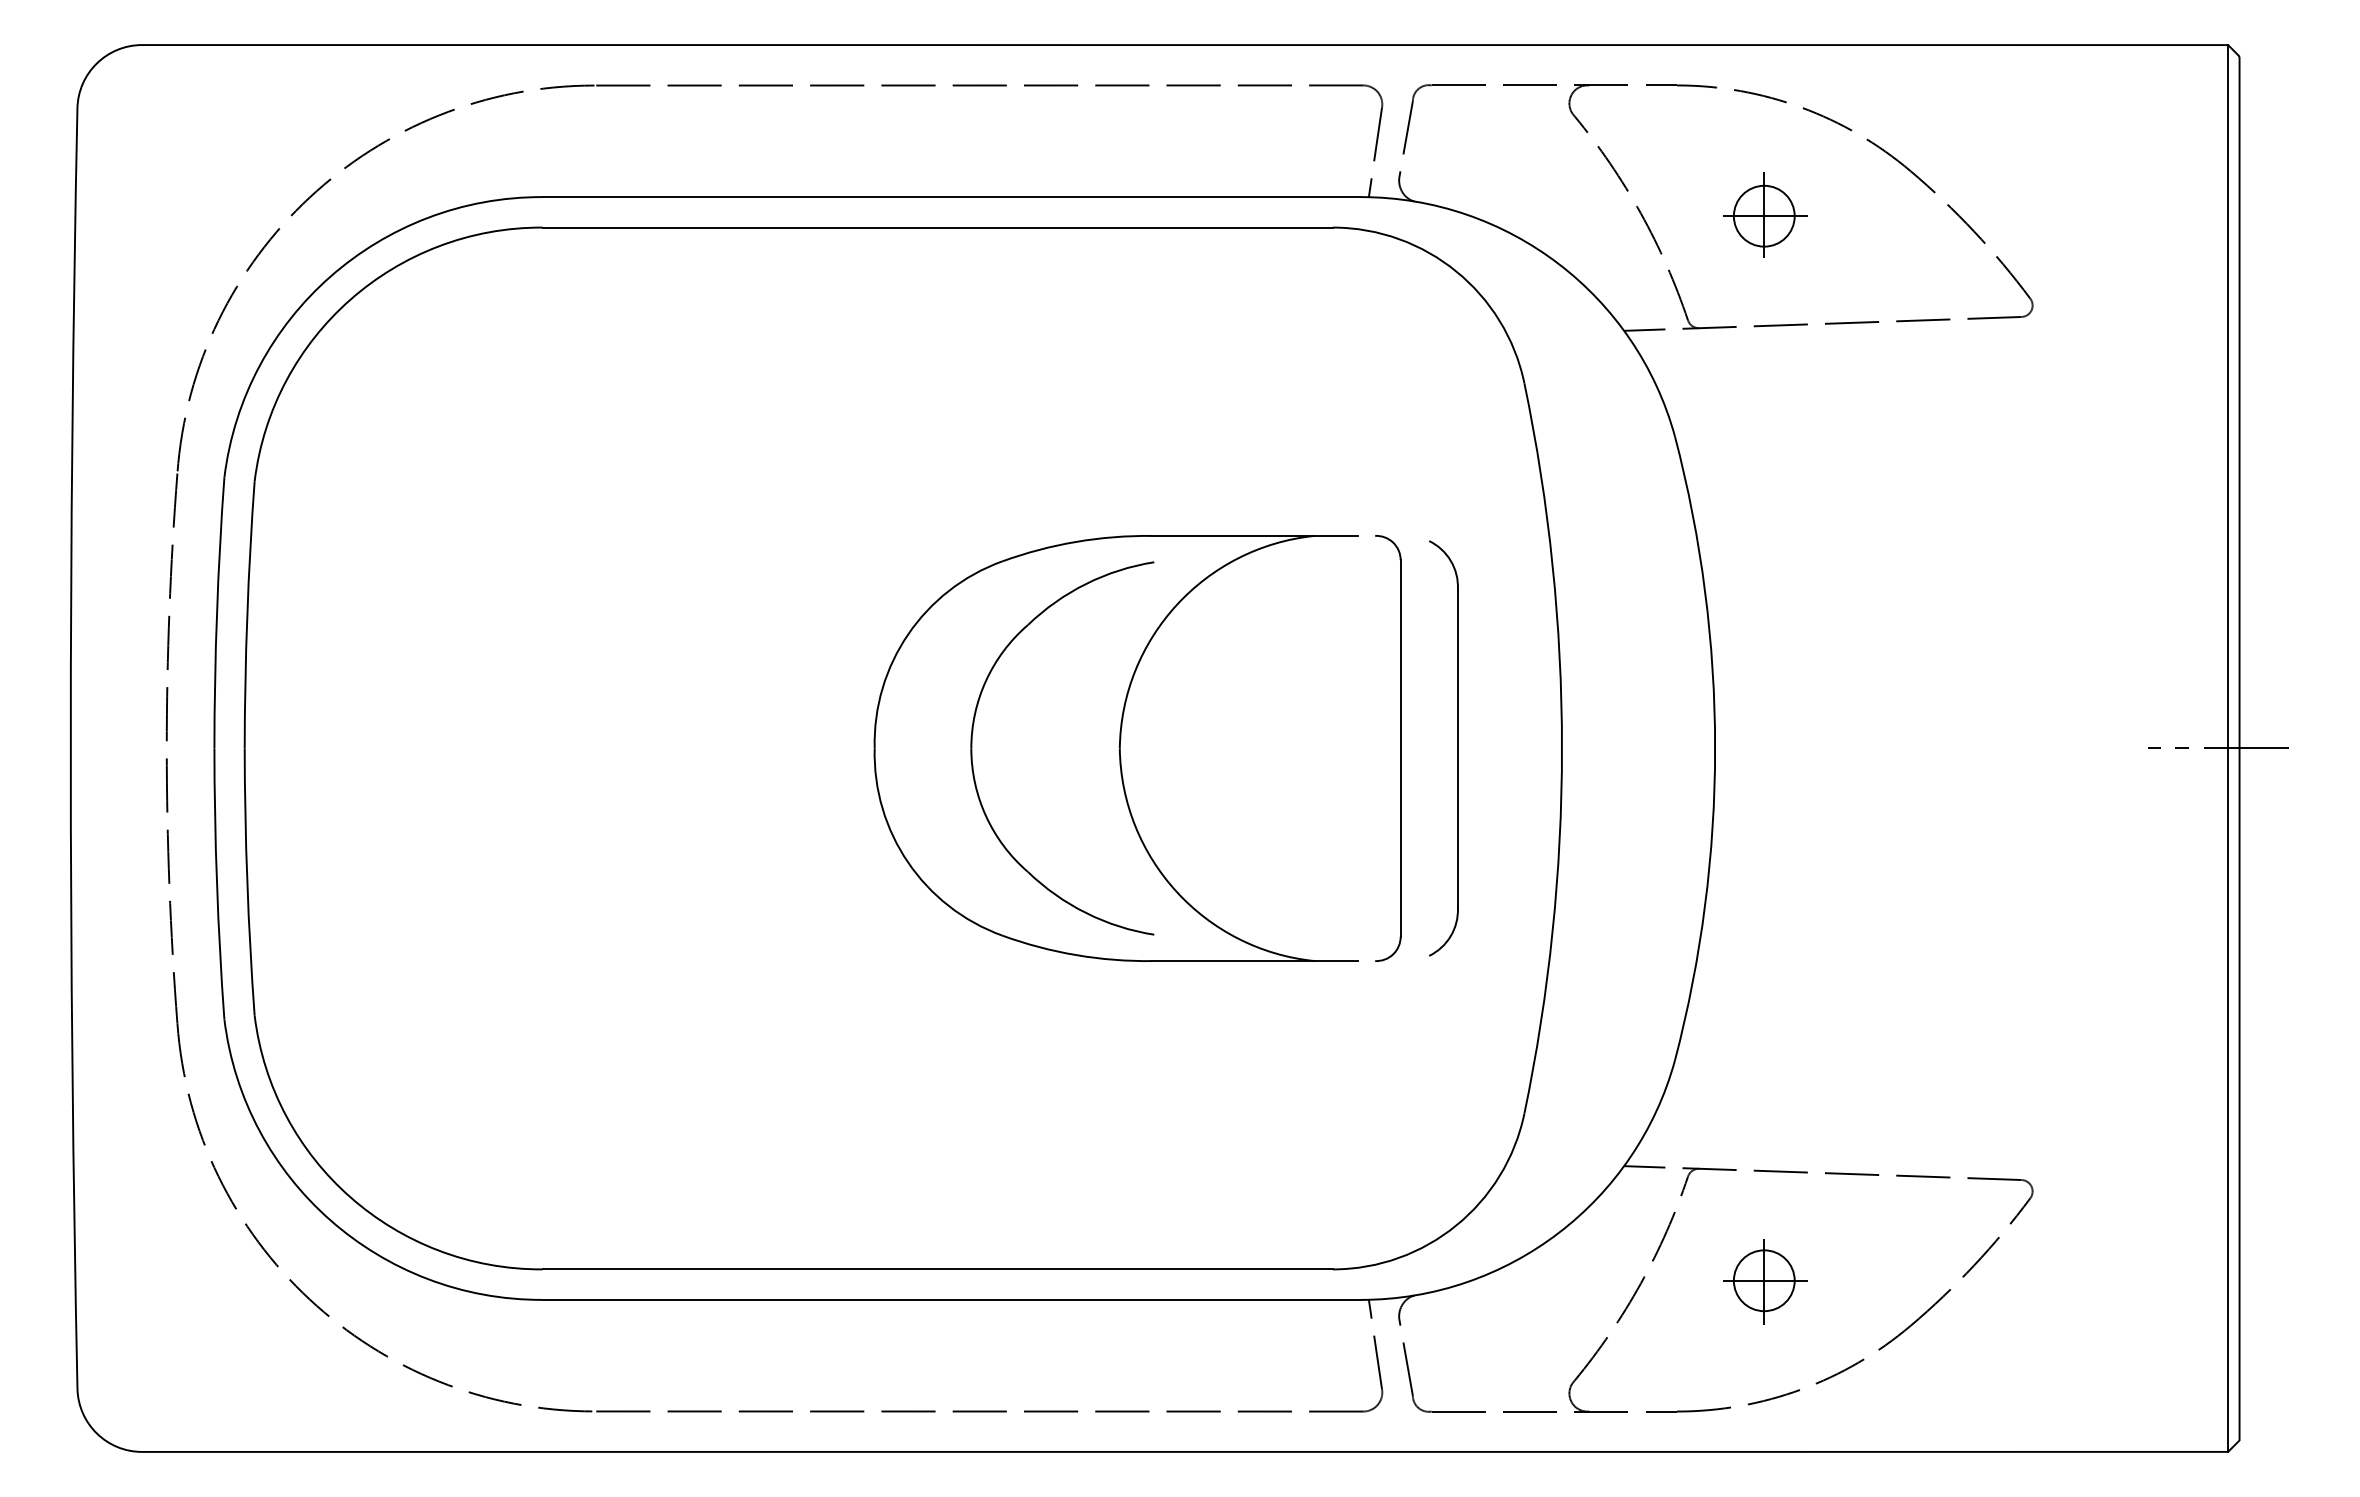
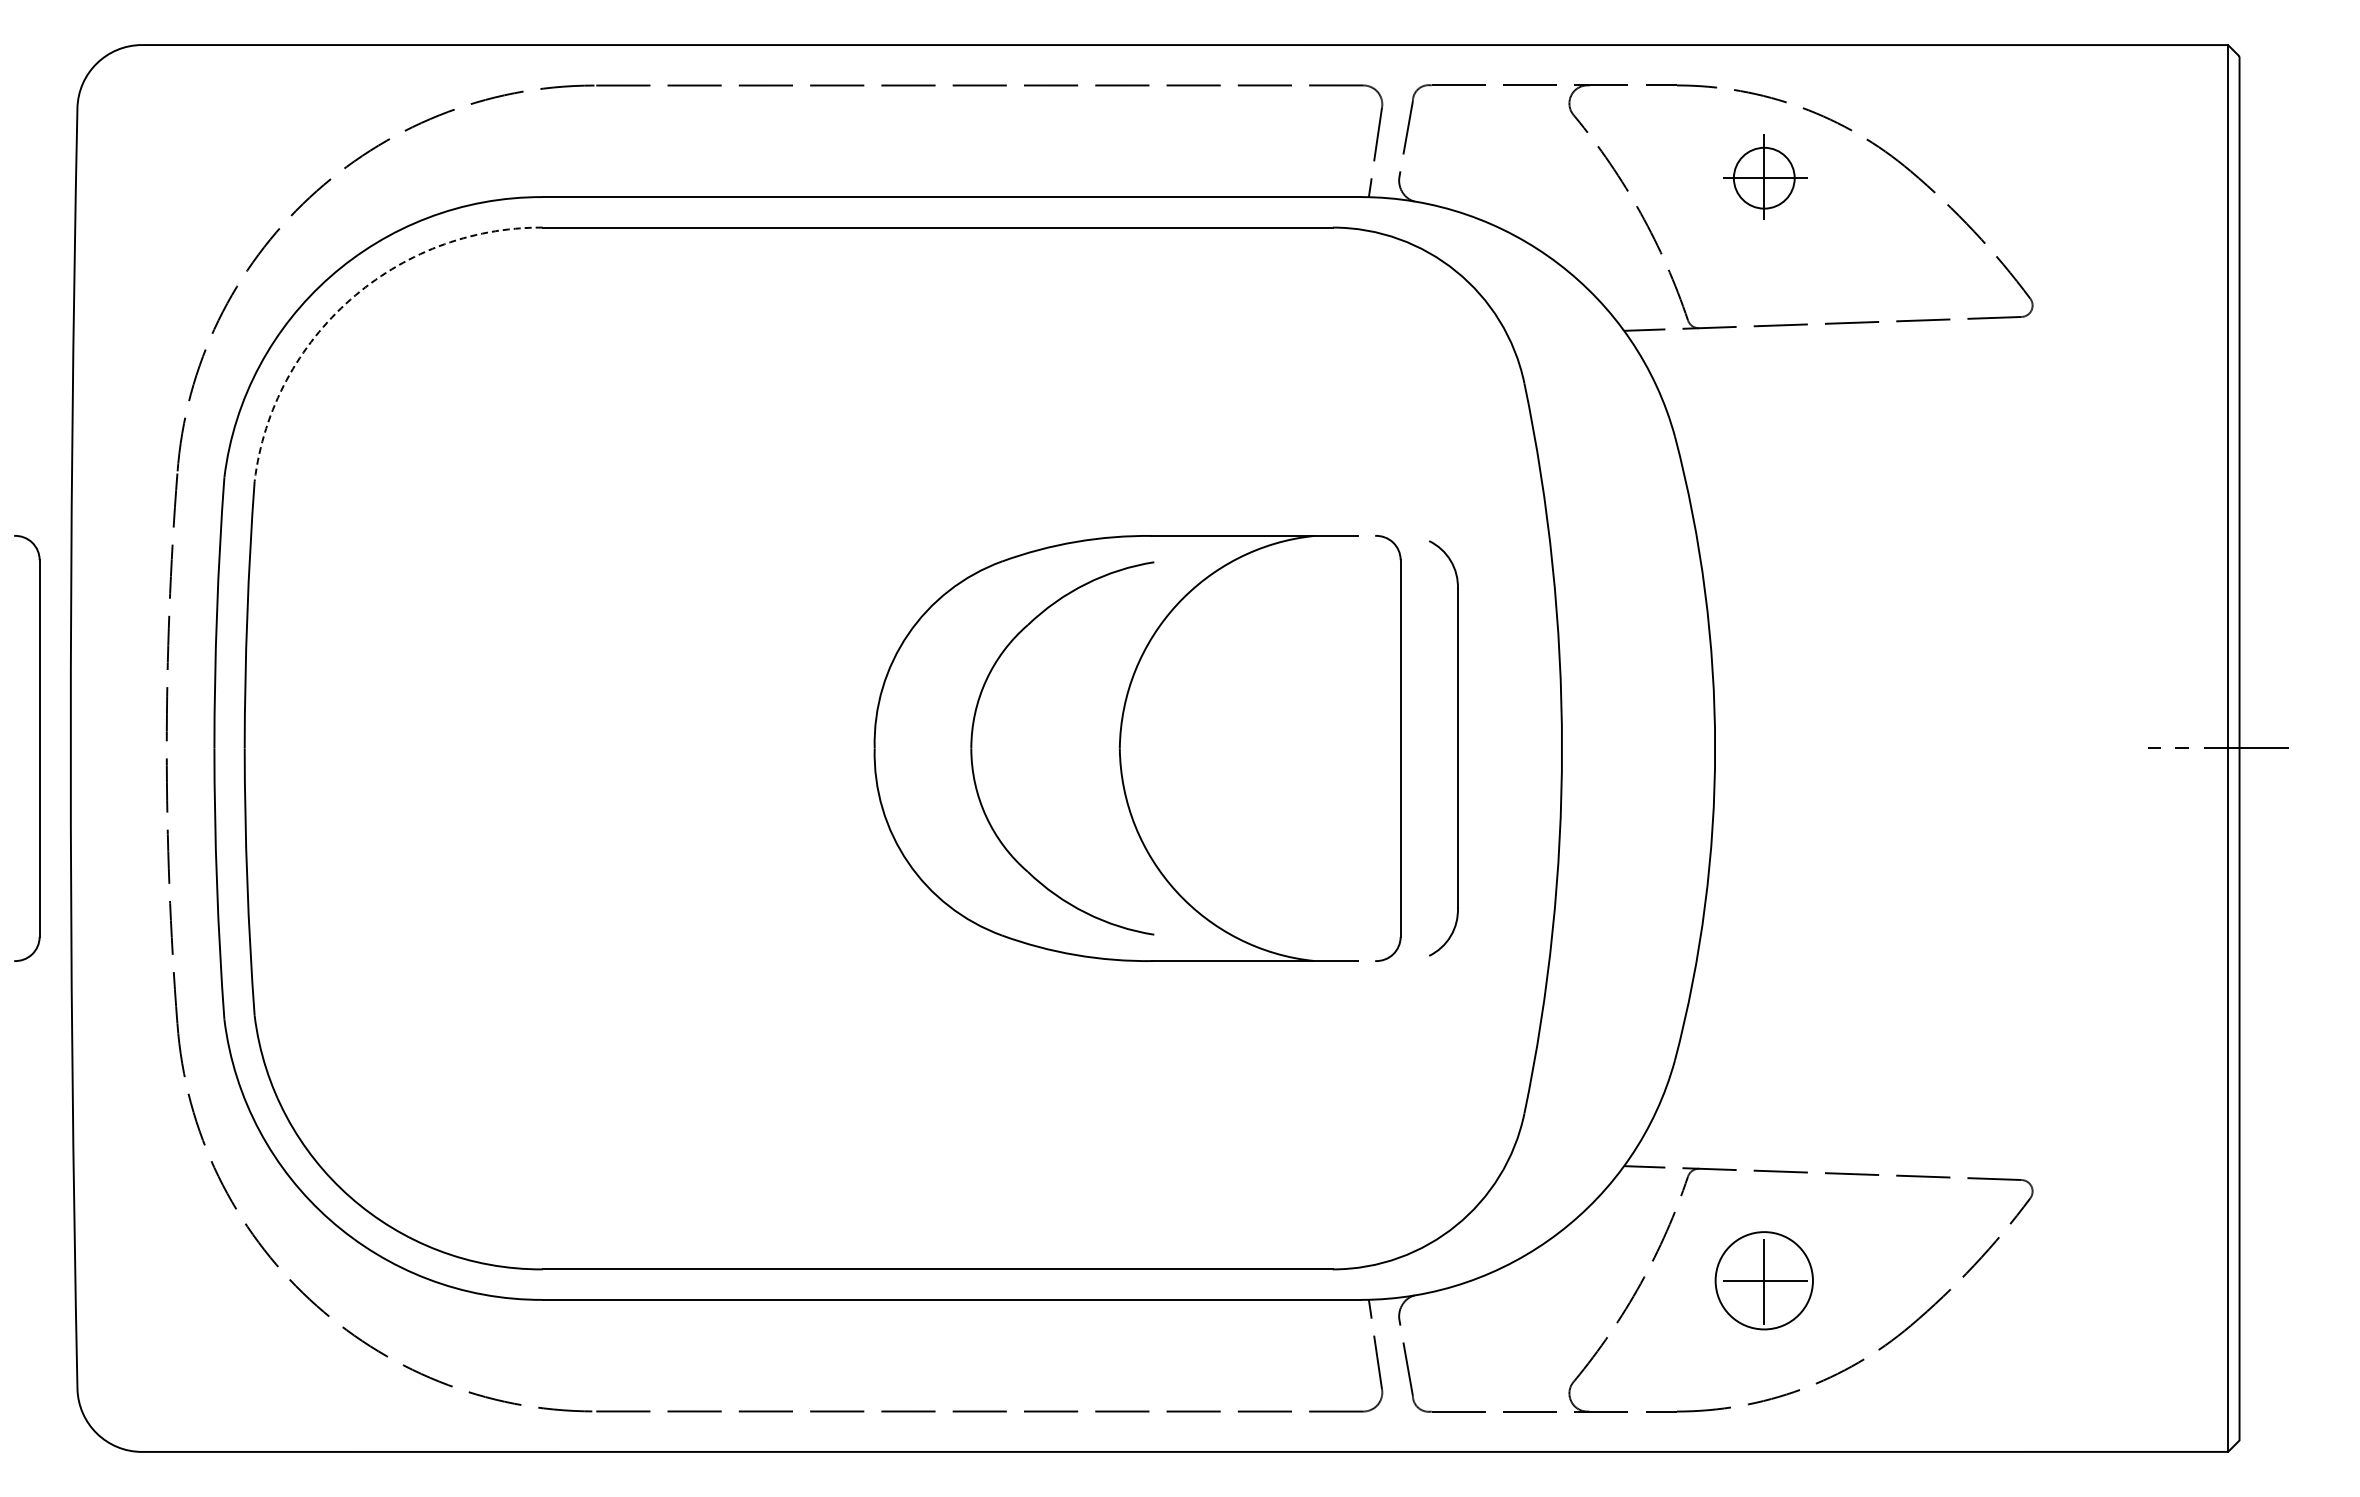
part at (1765, 214) position: (1765, 214) -> (1765, 176)
arc at (350, 299): solid -> dashed
part at (39, 748): none -> present
circle at (1763, 1280) diameter: 61 px -> 97 px
